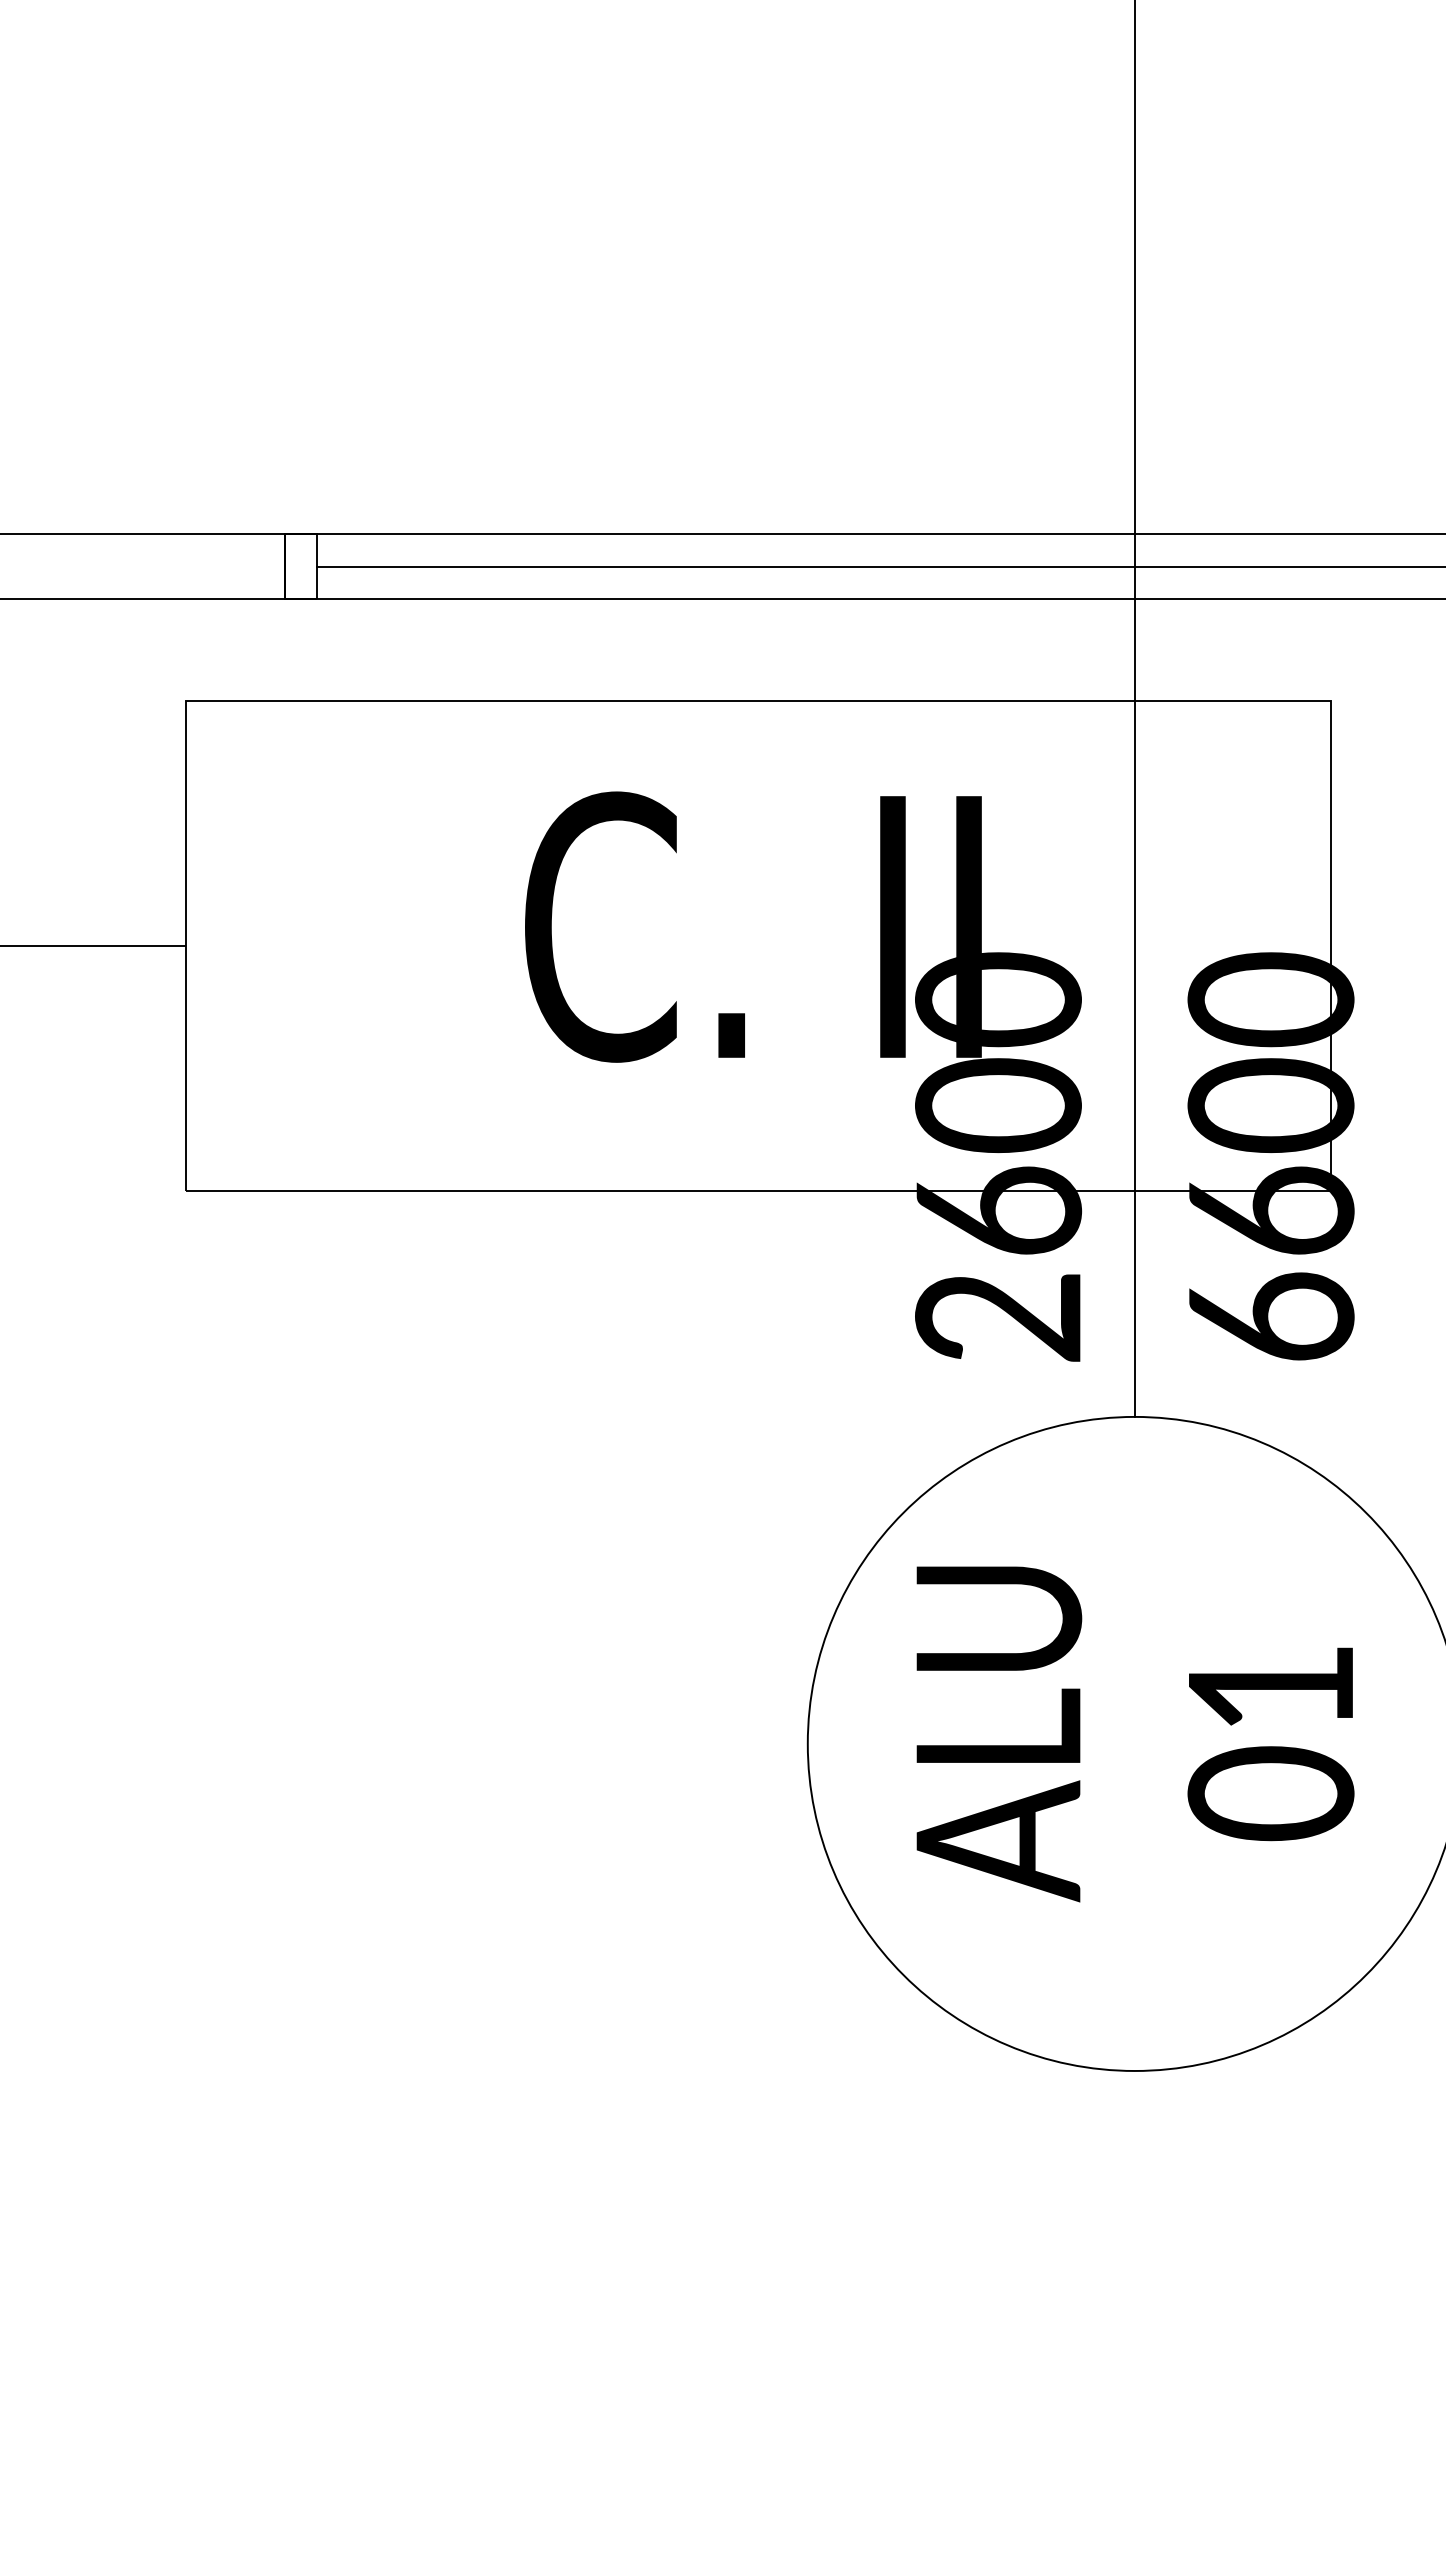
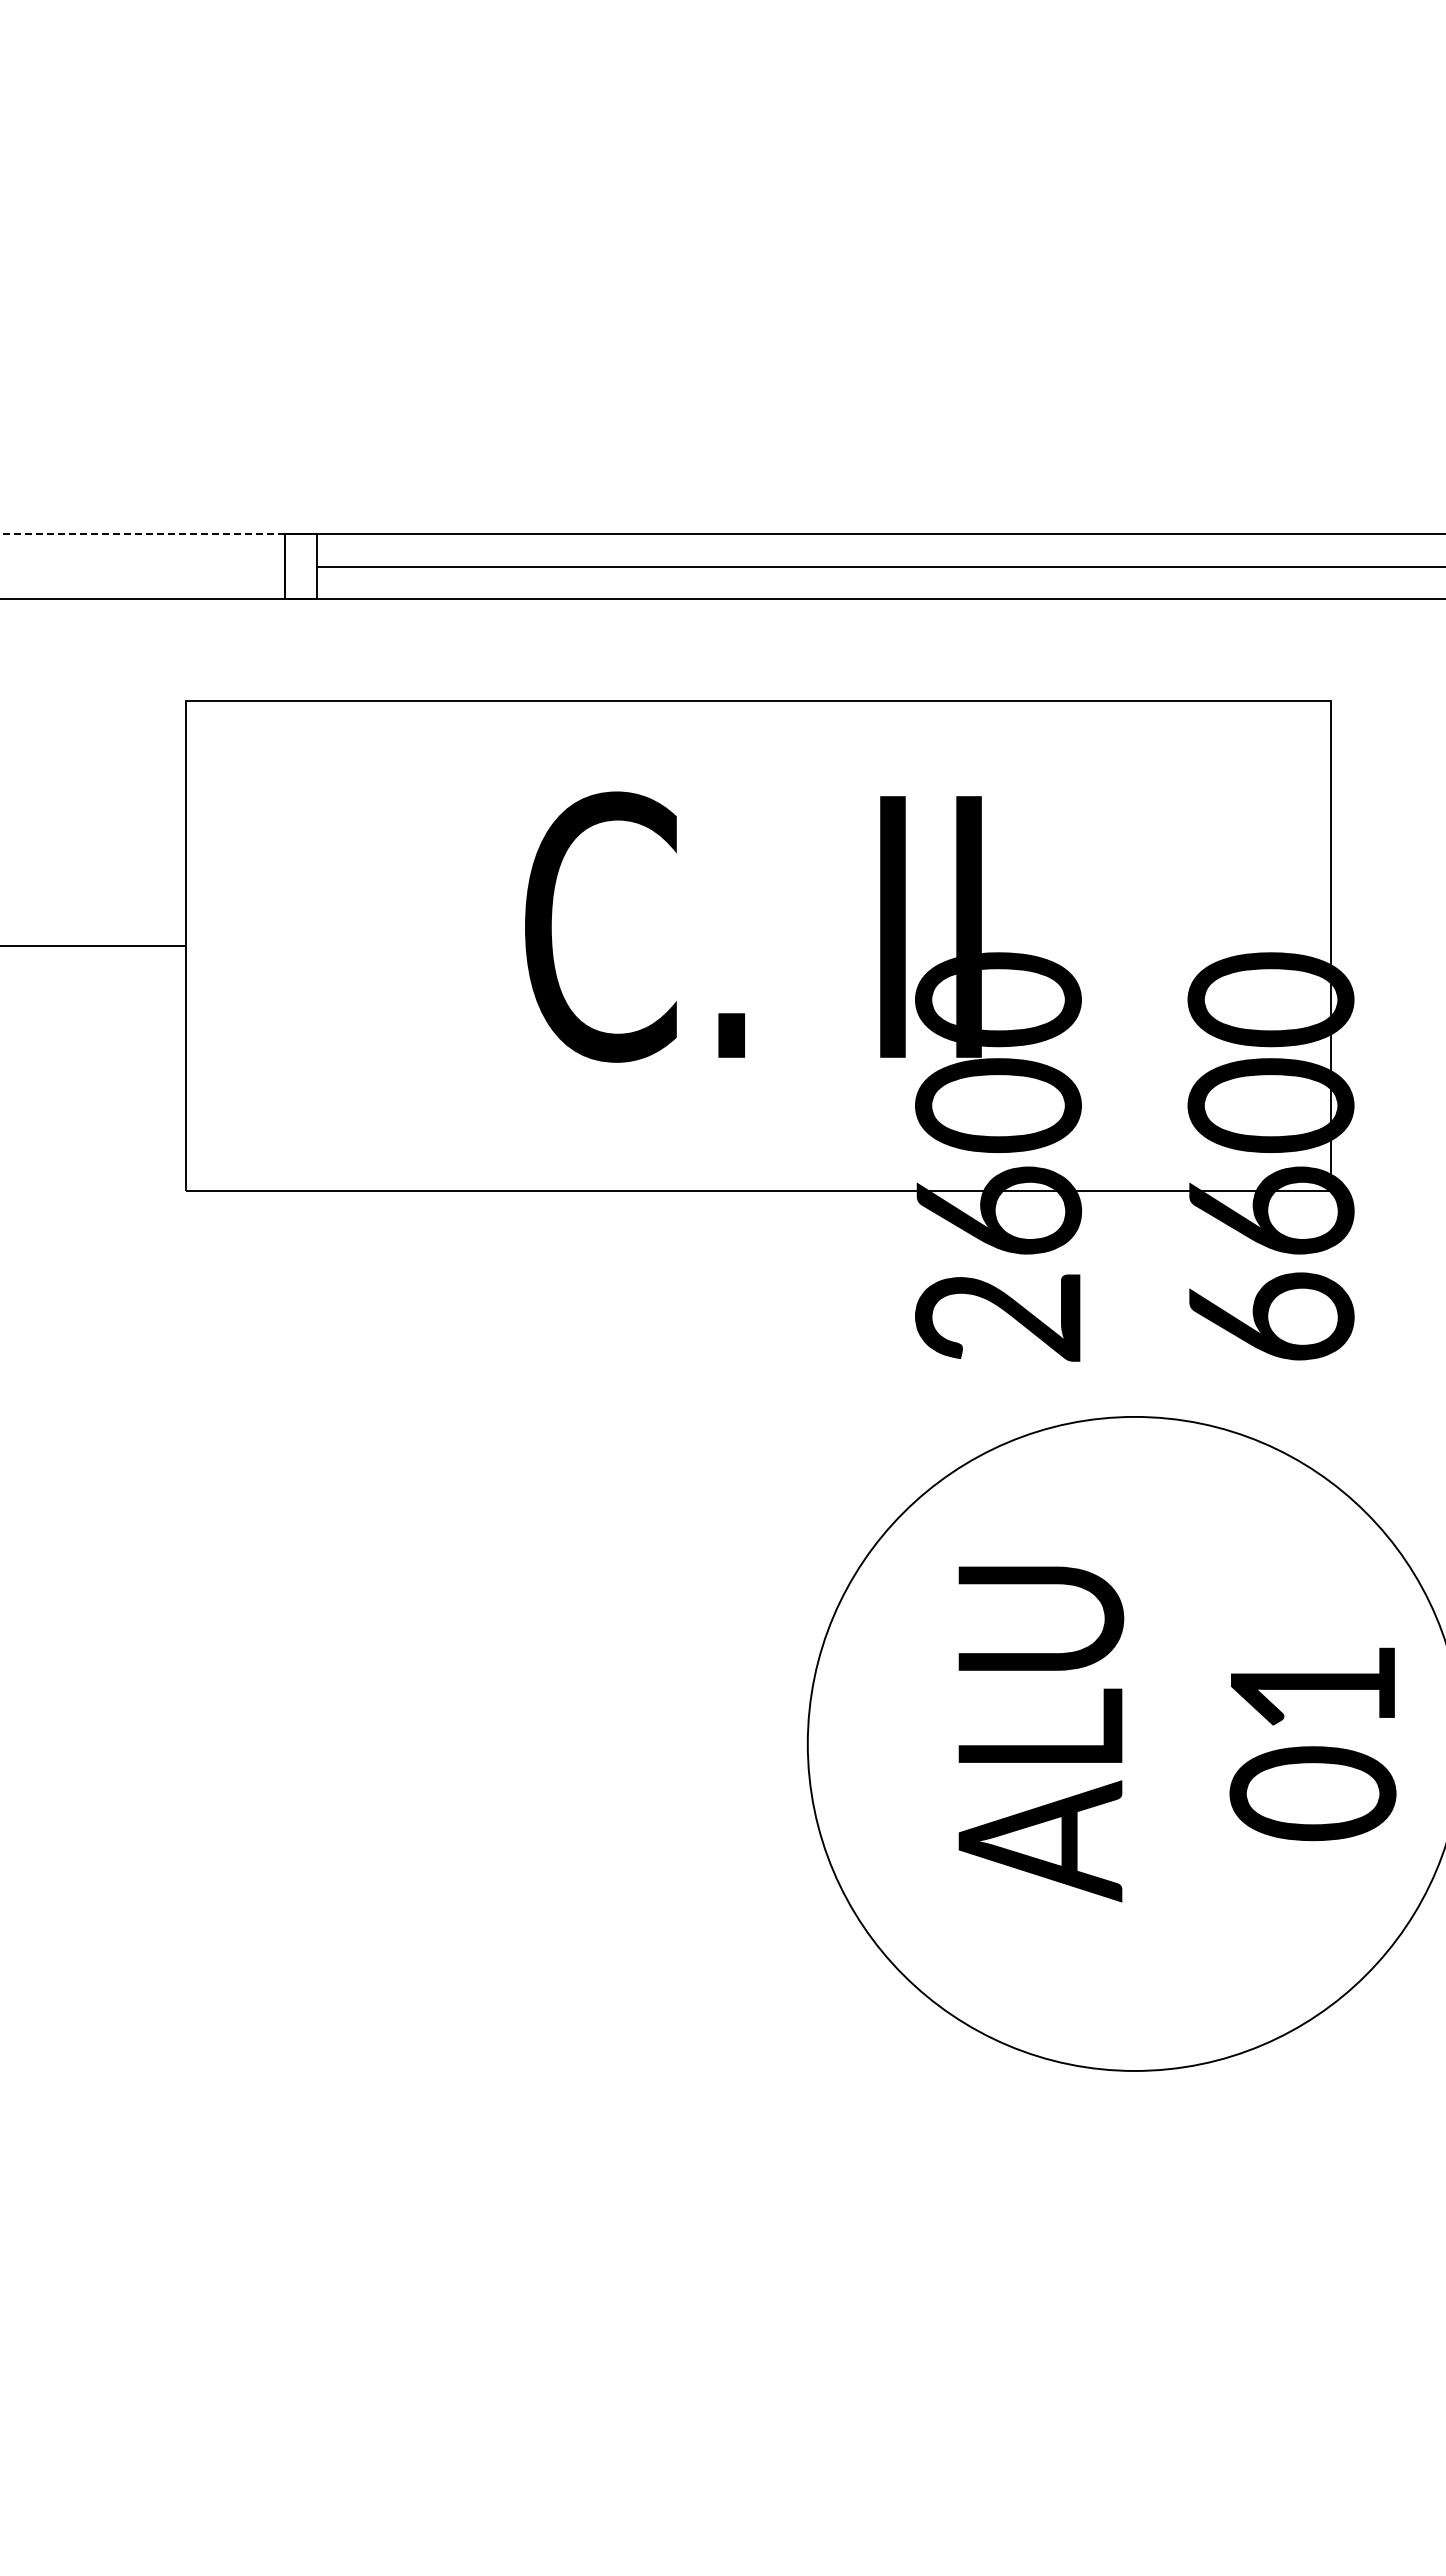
line at (142, 533): solid -> dashed
line at (1134, 709): present -> none
text at (1135, 1734) position: (1135, 1734) -> (1177, 1734)
